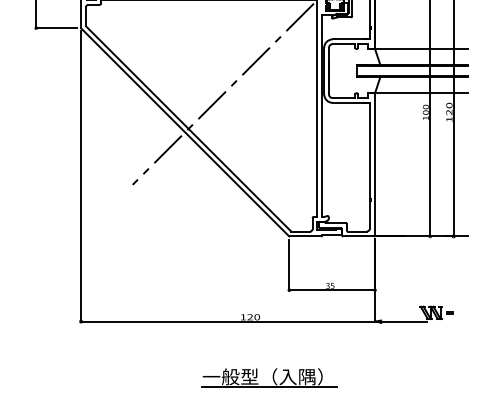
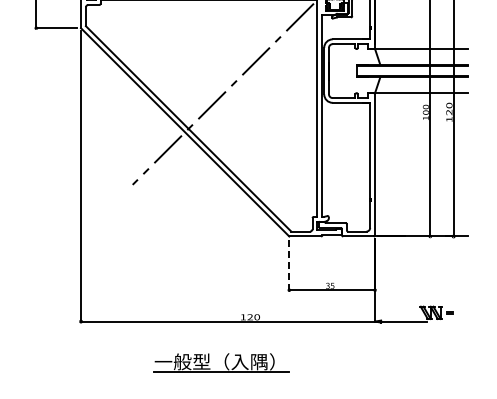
line at (289, 265): solid -> dashed
part at (269, 377) position: (269, 377) -> (221, 362)
